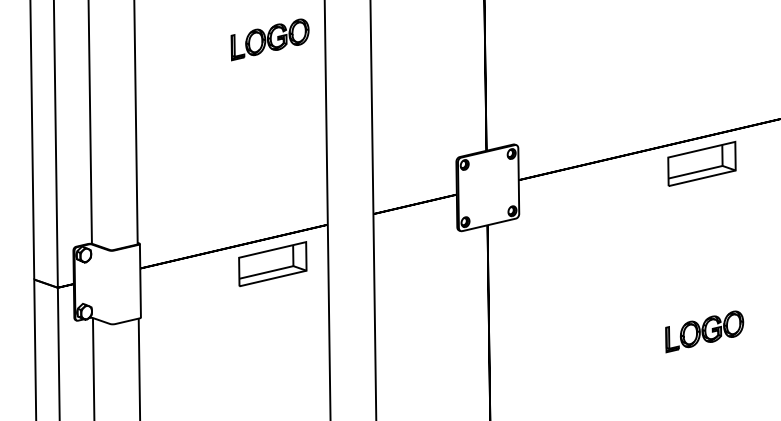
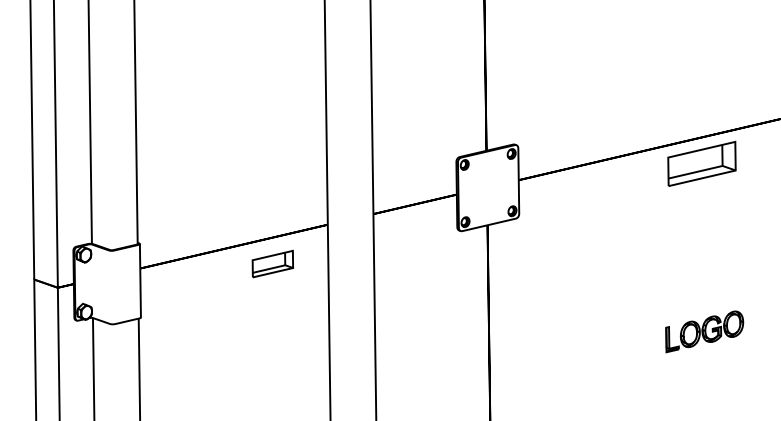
part at (269, 39): present -> none
part at (272, 263) size: 70x46 px -> 43x30 px
